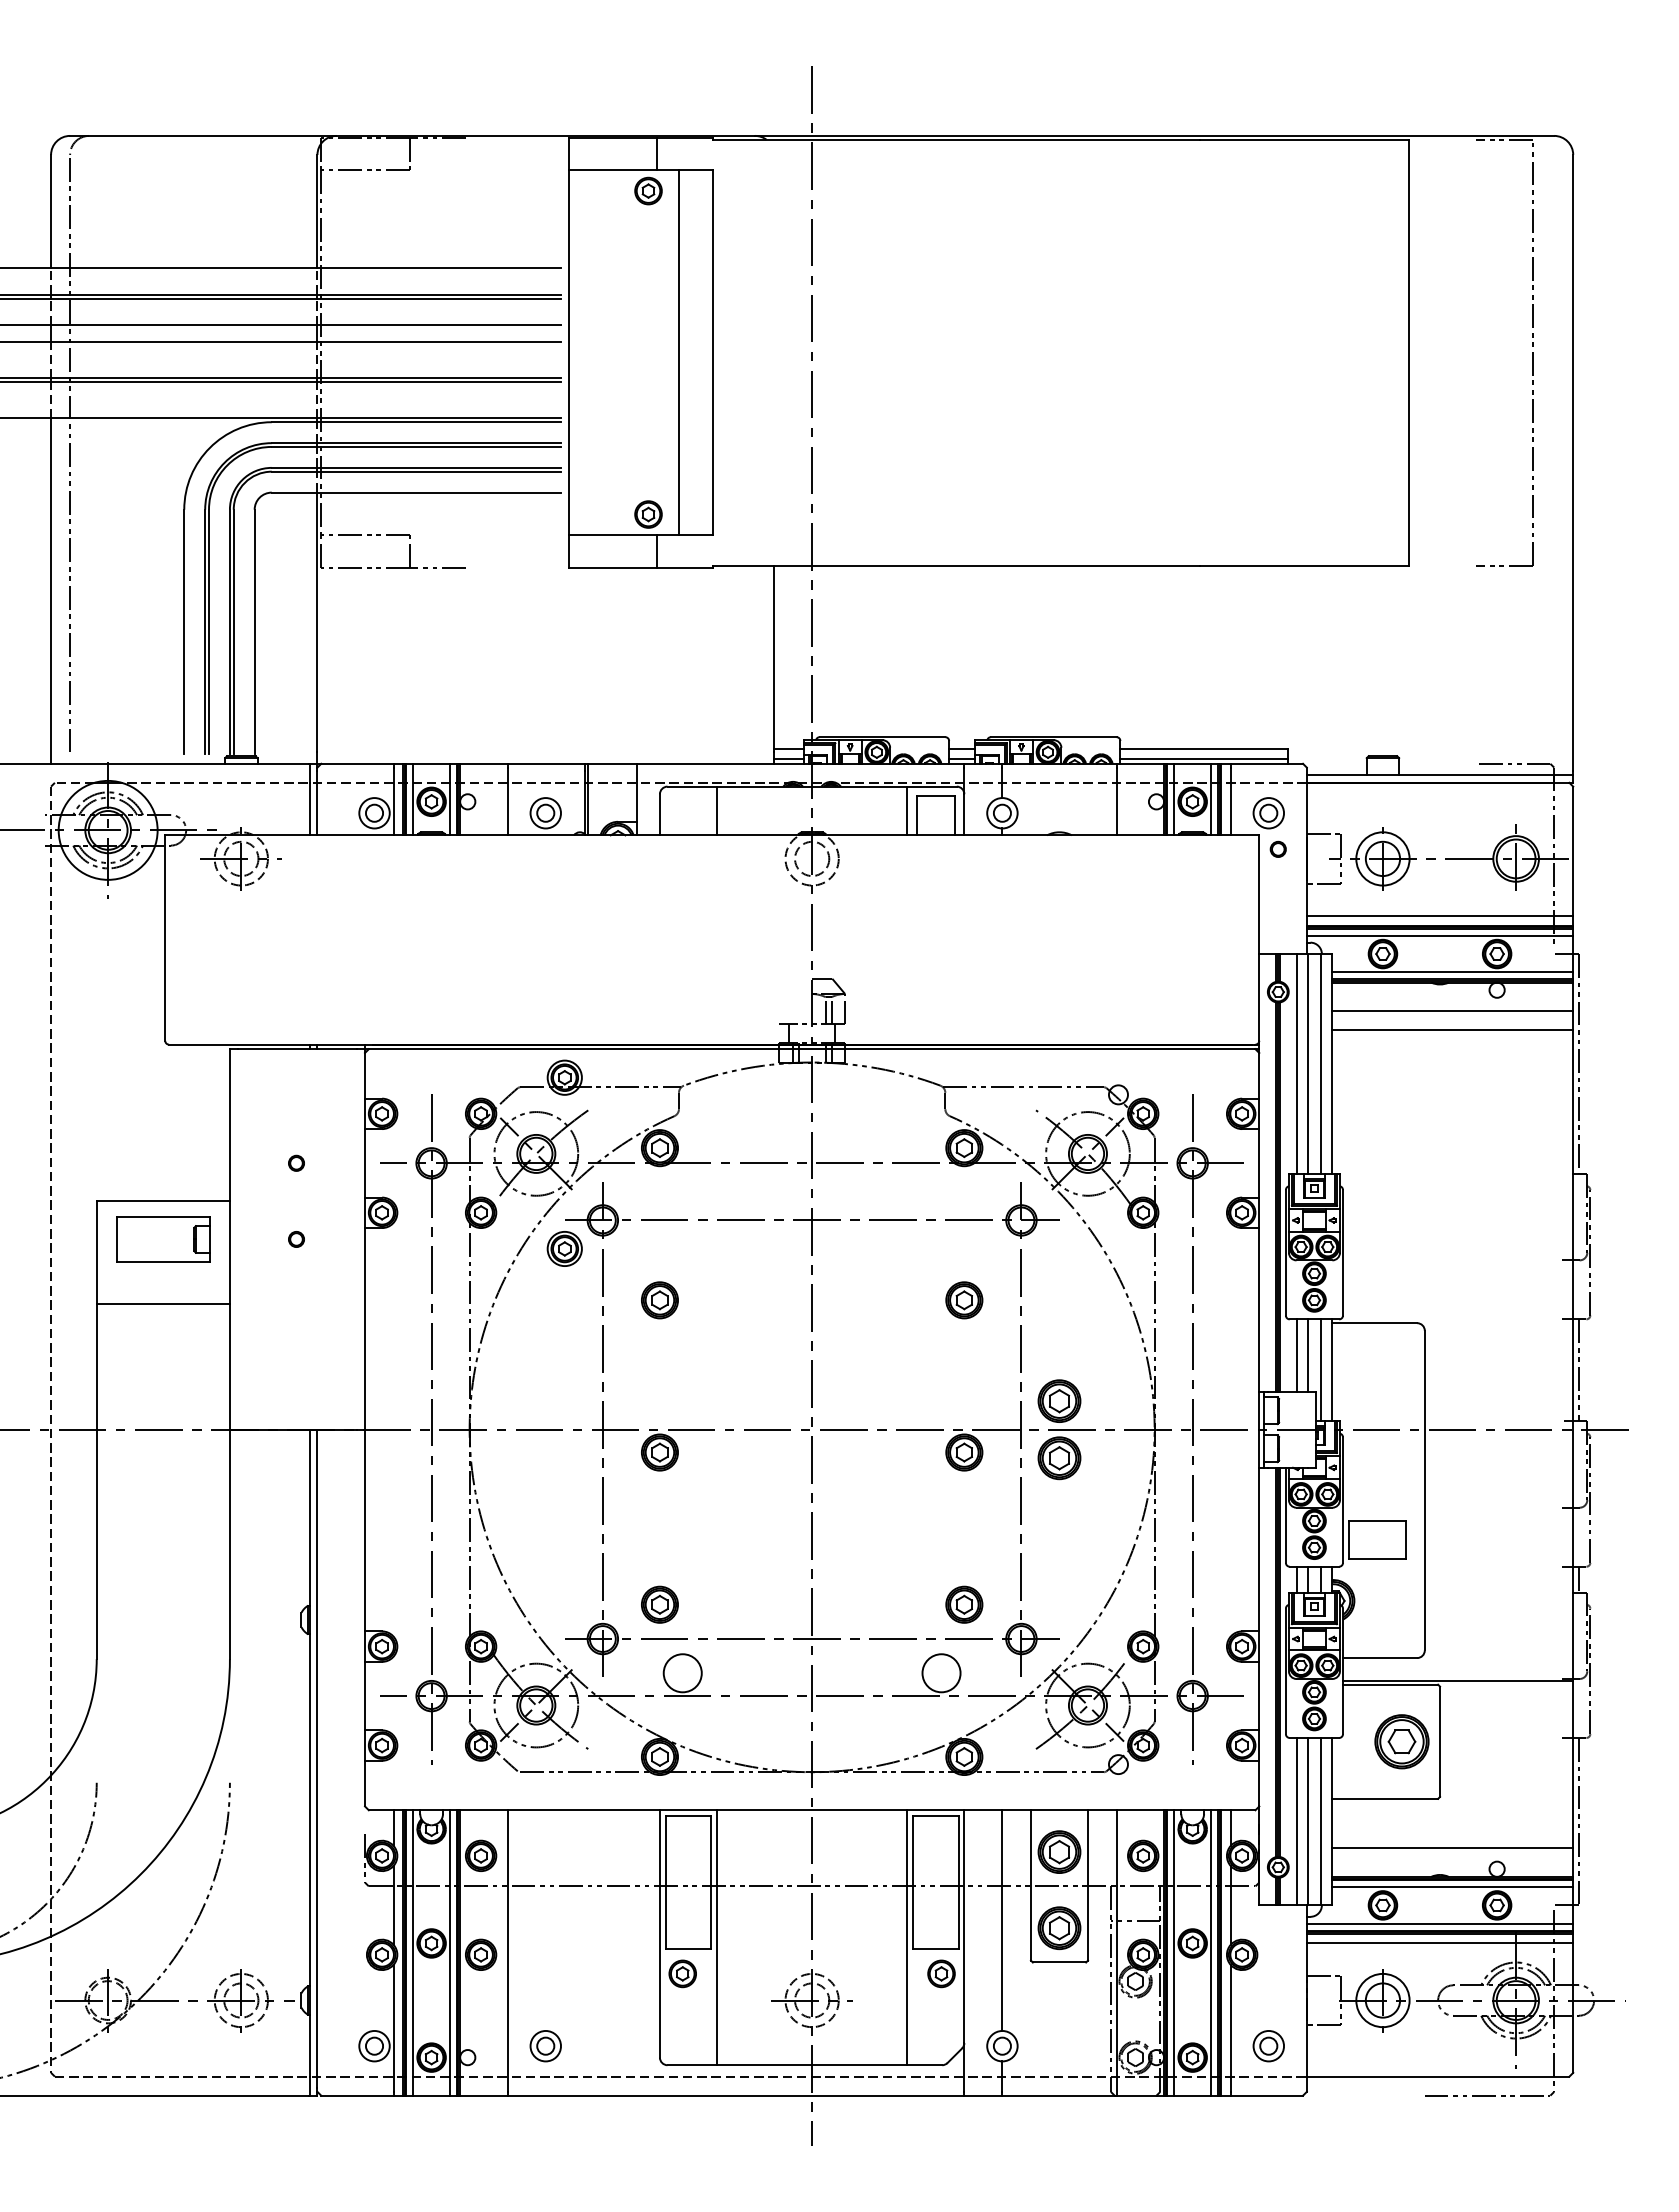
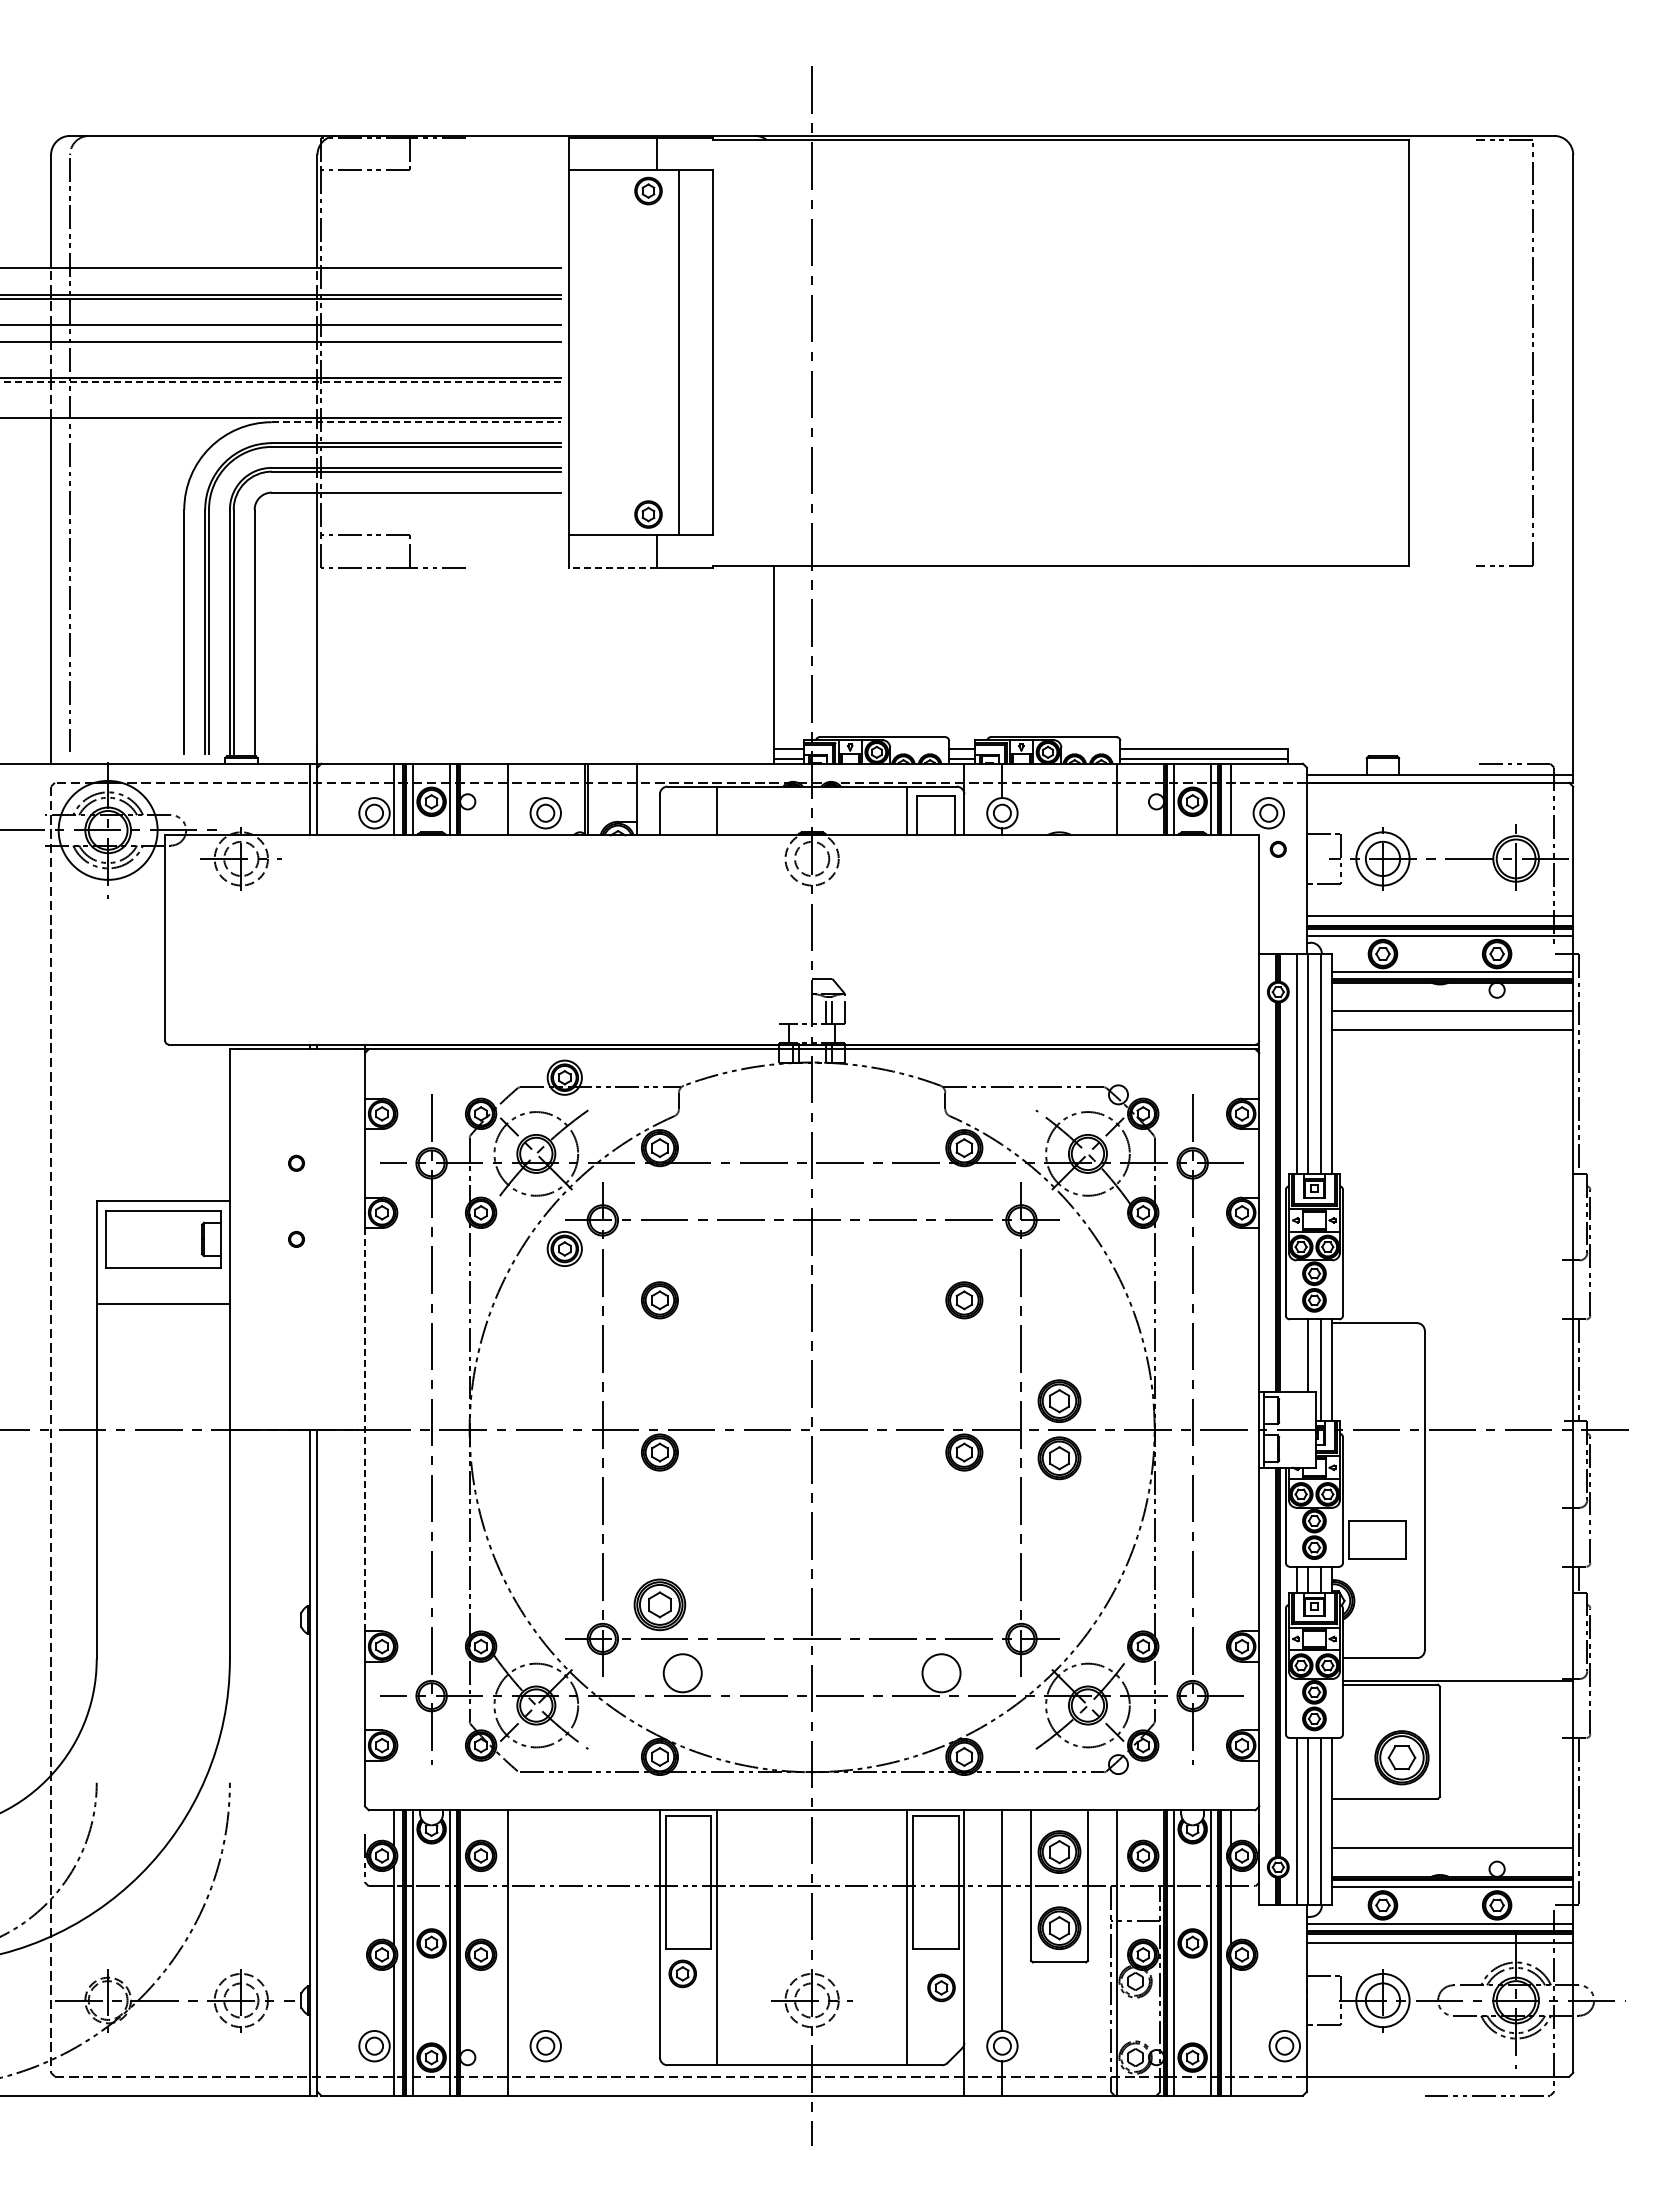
line at (280, 382): solid -> dashed
line at (416, 422): solid -> dashed
line at (612, 567): solid -> dashed
part at (163, 1239) size: 95x47 px -> 117x59 px
line at (1297, 1355): present -> none
line at (365, 1429): solid -> dashed
part at (659, 1604) size: 38x39 px -> 54x54 px
part at (964, 1604): present -> none
part at (1401, 1741) position: (1401, 1741) -> (1401, 1757)
part at (941, 1973) position: (941, 1973) -> (941, 1987)
part at (1268, 2046) position: (1268, 2046) -> (1284, 2046)
